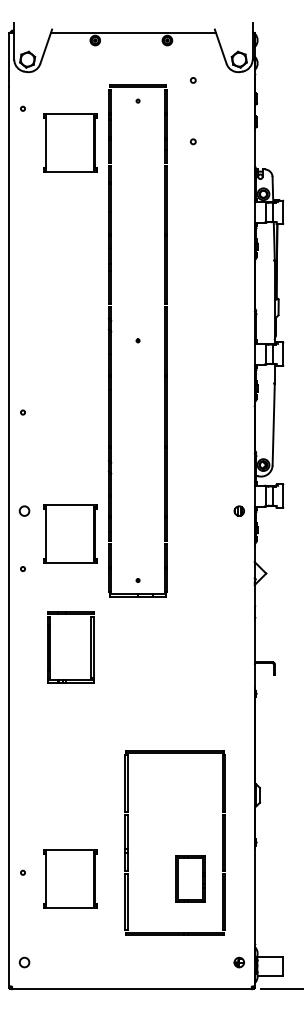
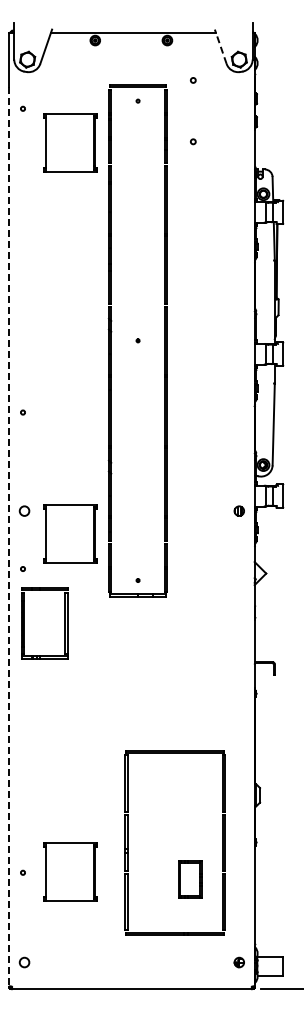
line at (220, 46): solid -> dashed
line at (9, 537): solid -> dashed
part at (50, 647) position: (50, 647) -> (24, 623)
part at (70, 878) position: (70, 878) -> (70, 871)
part at (190, 878) size: 31x48 px -> 25x39 px
